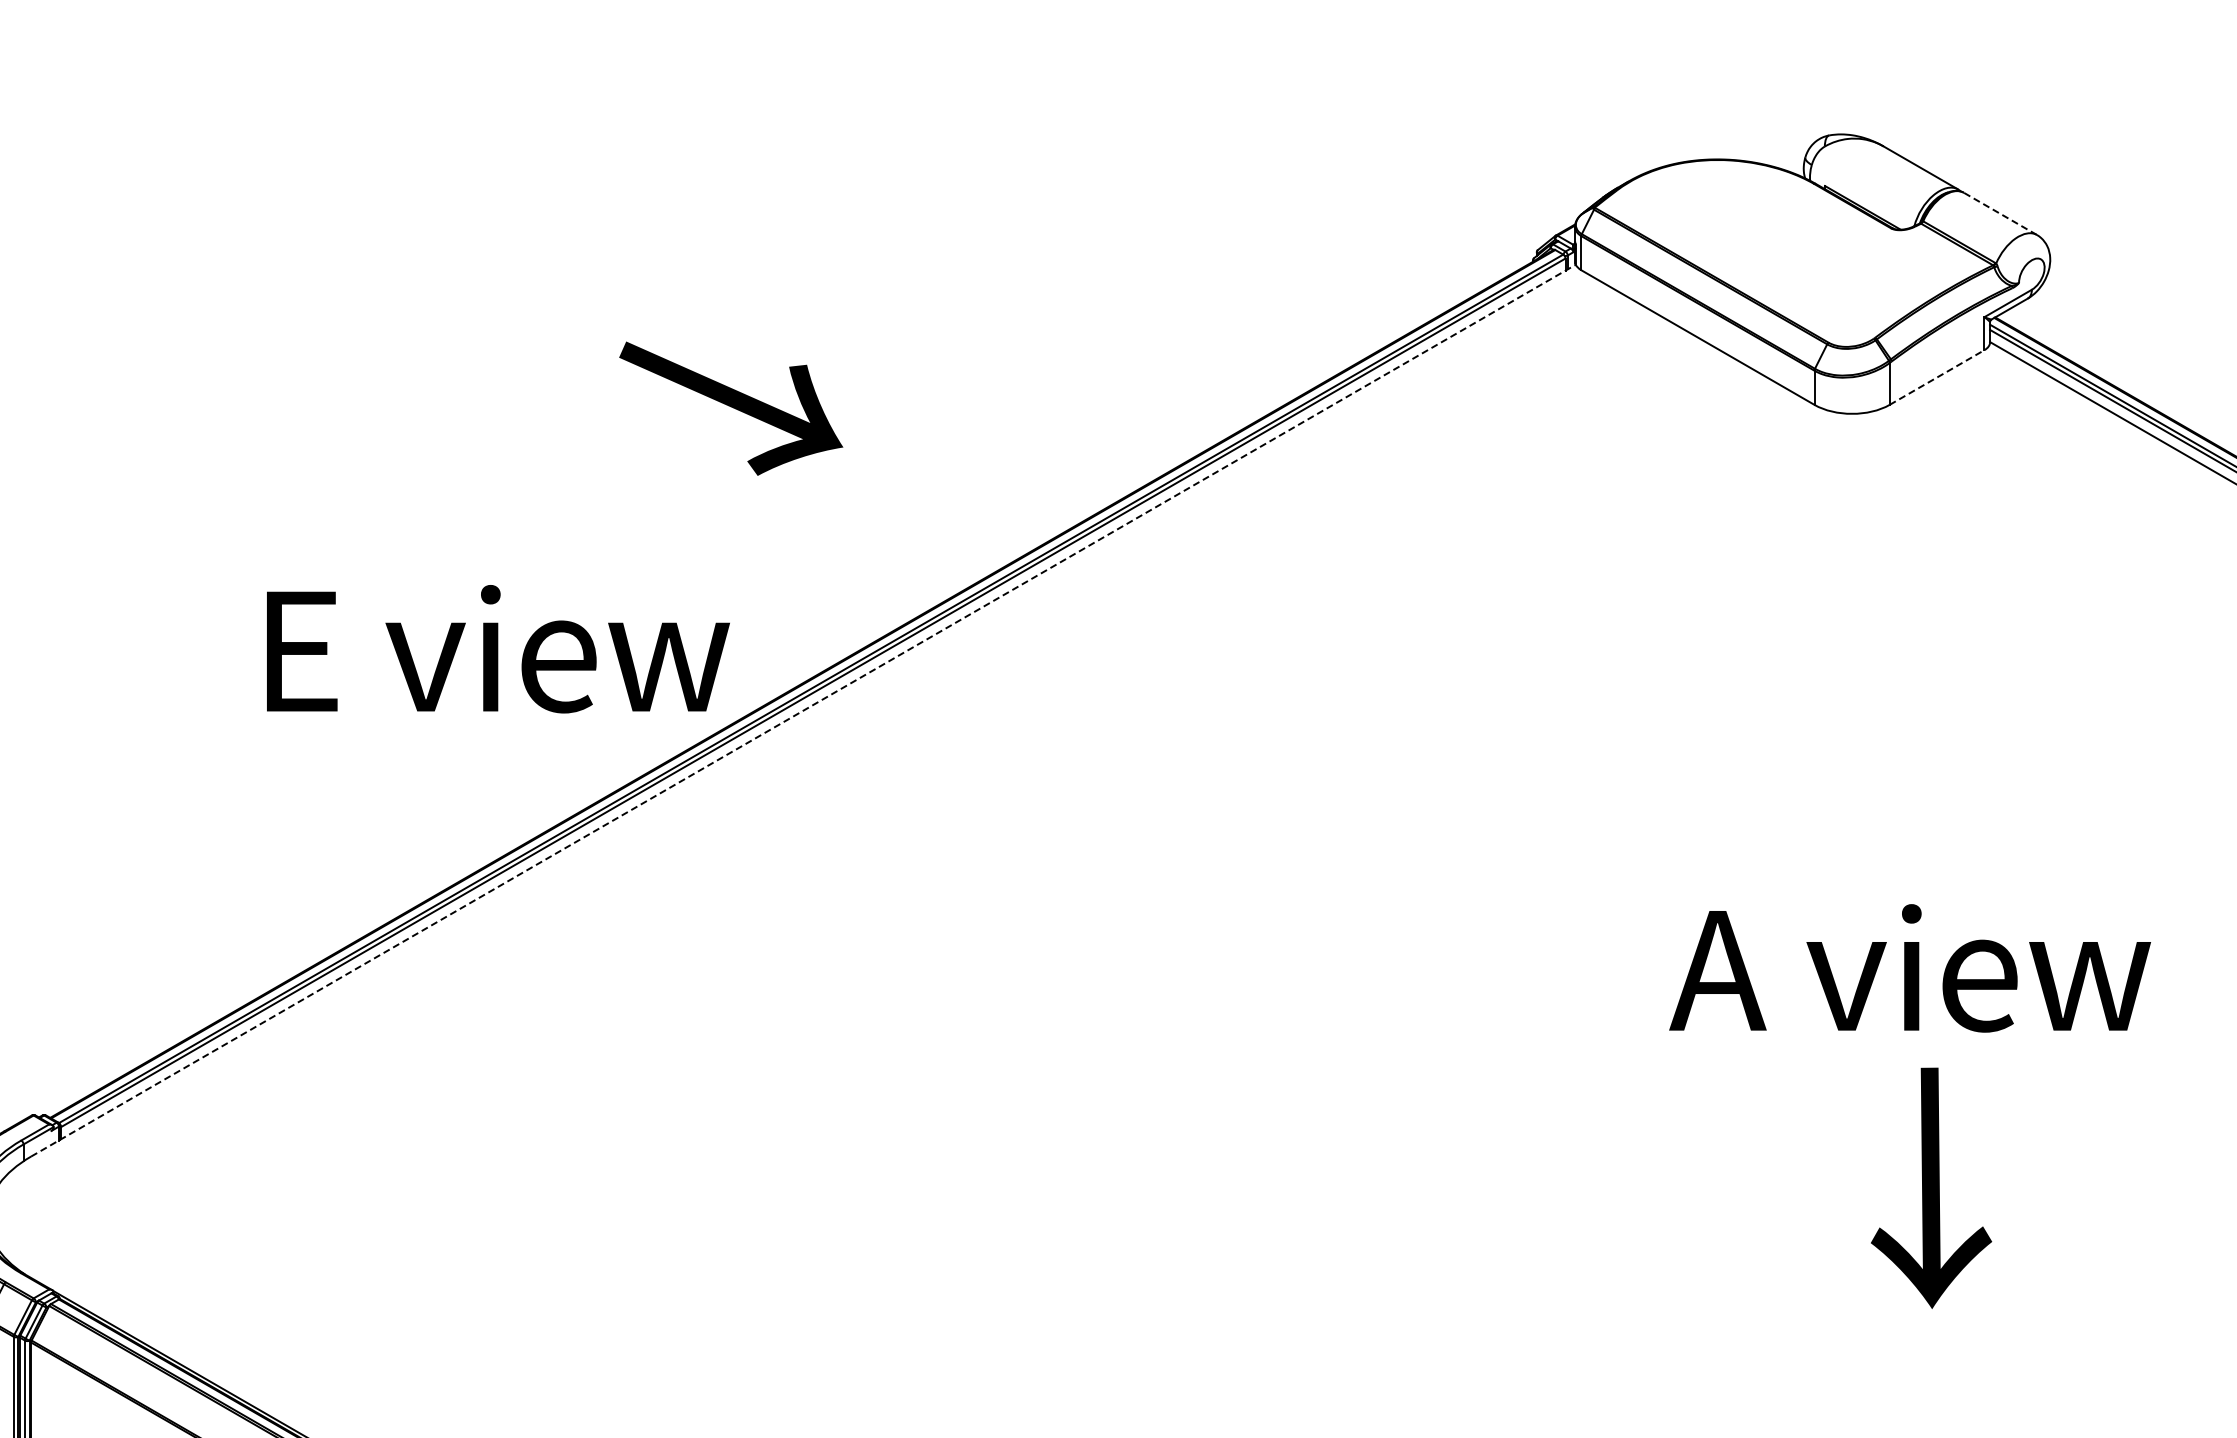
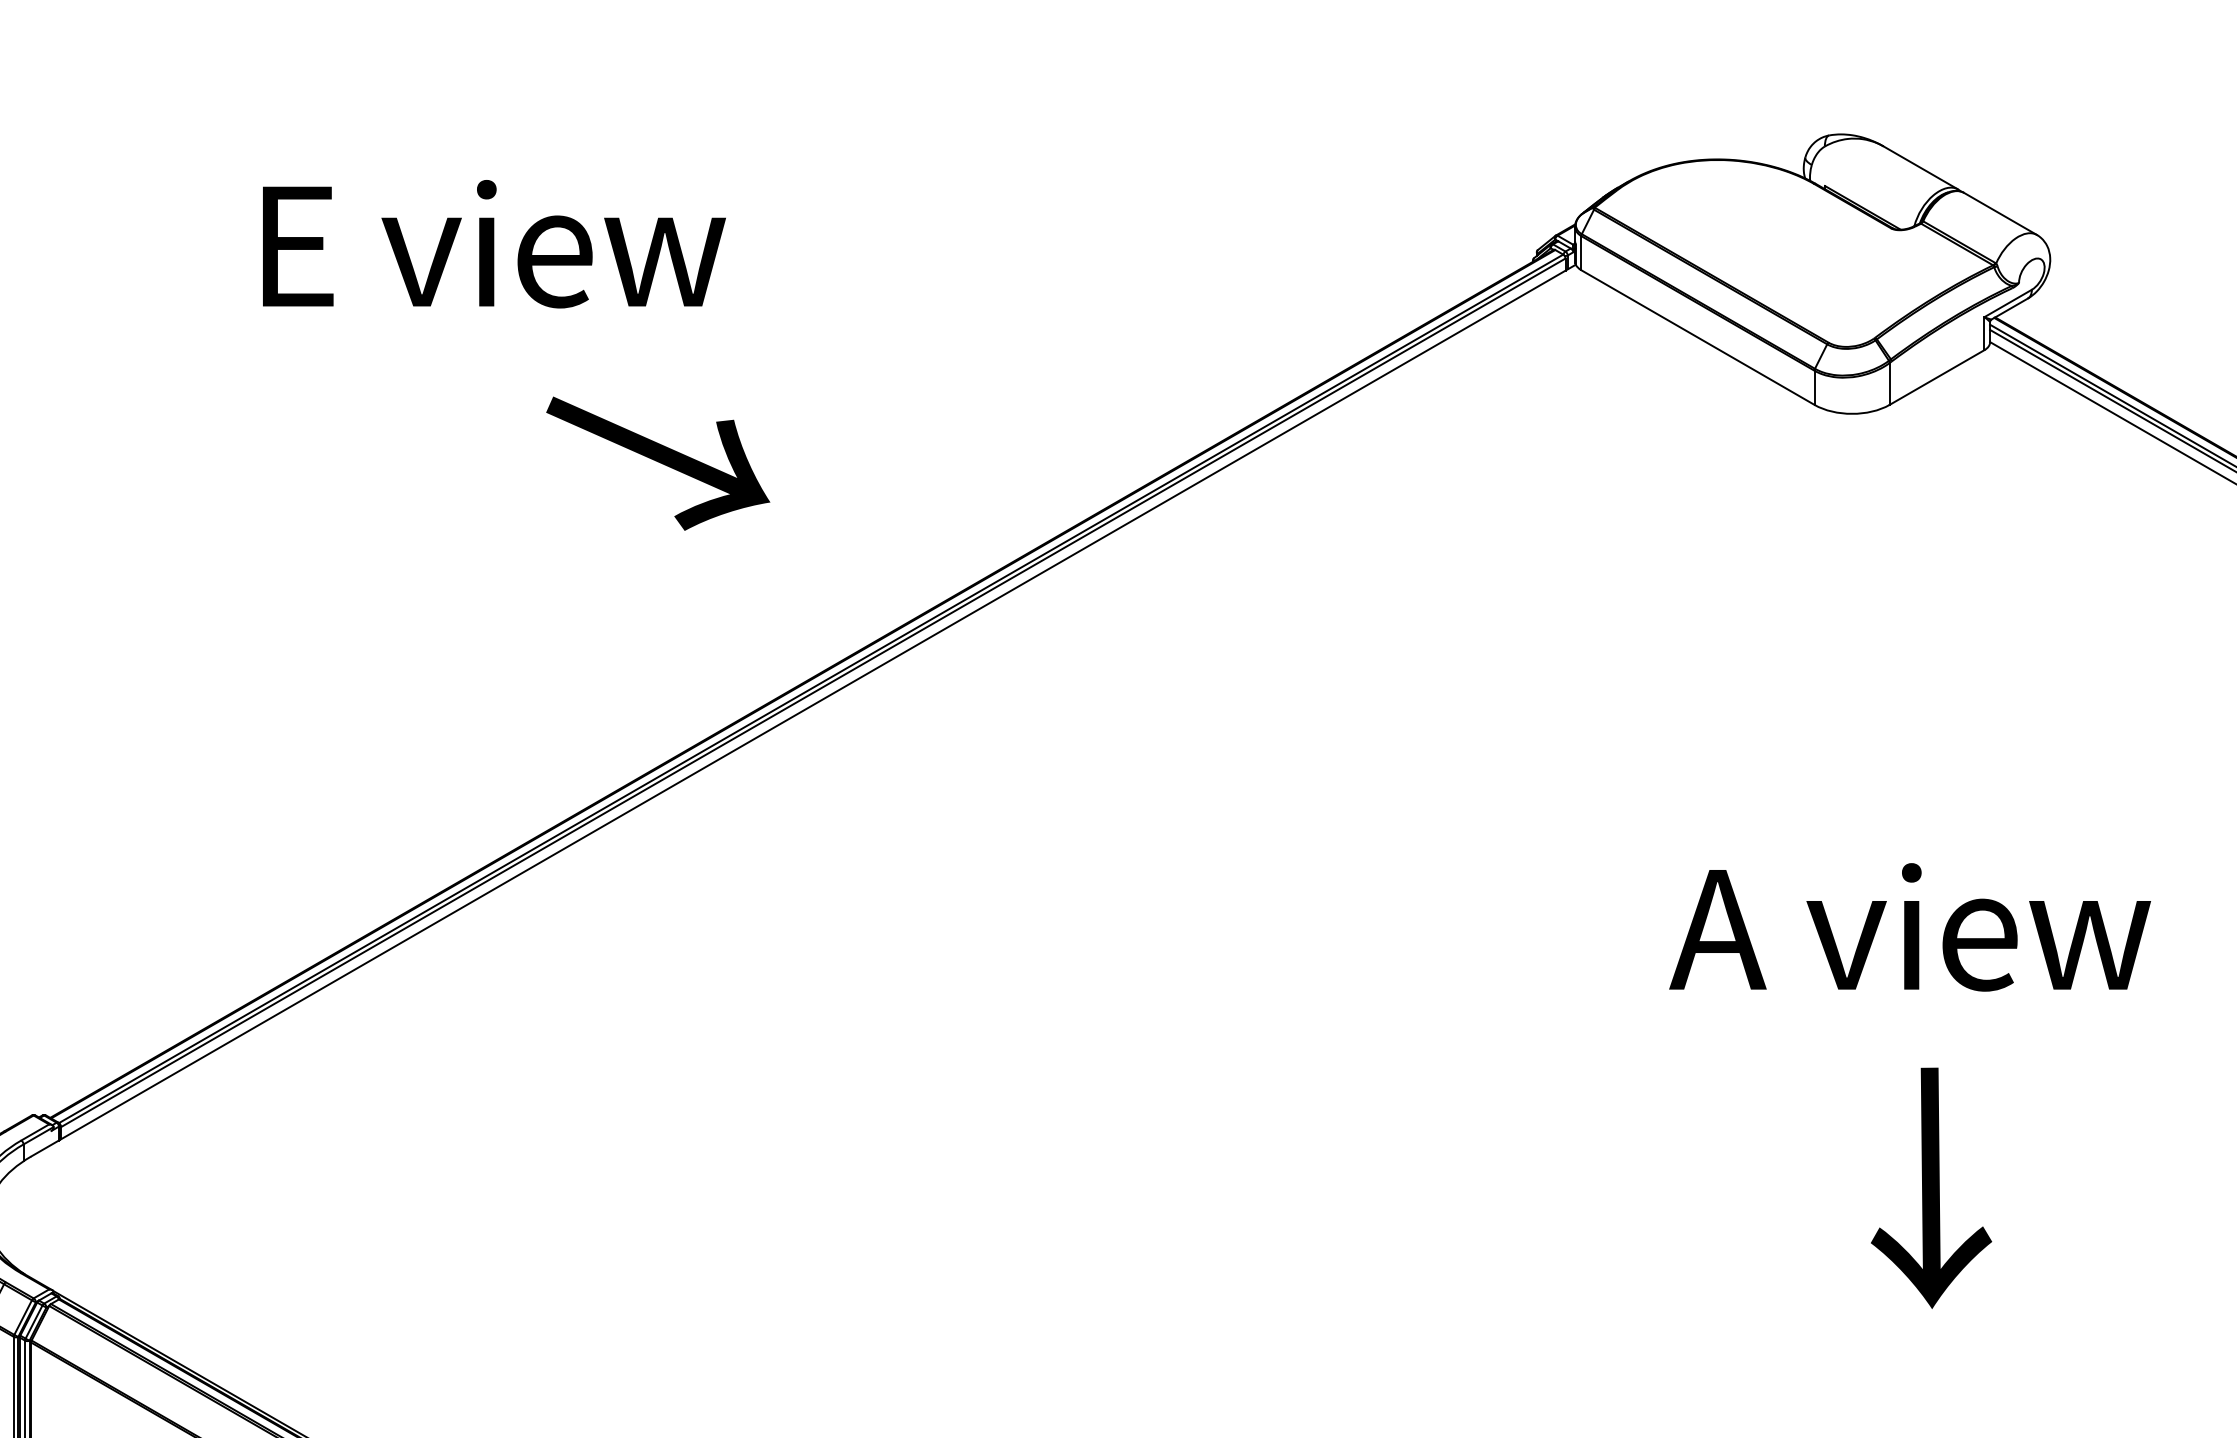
line at (2000, 213): dashed -> solid
line at (1937, 377): dashed -> solid
text at (731, 408) position: (731, 408) -> (658, 463)
text at (498, 649) position: (498, 649) -> (494, 244)
line at (803, 710): dashed -> solid
text at (1909, 968) position: (1909, 968) -> (1909, 927)
